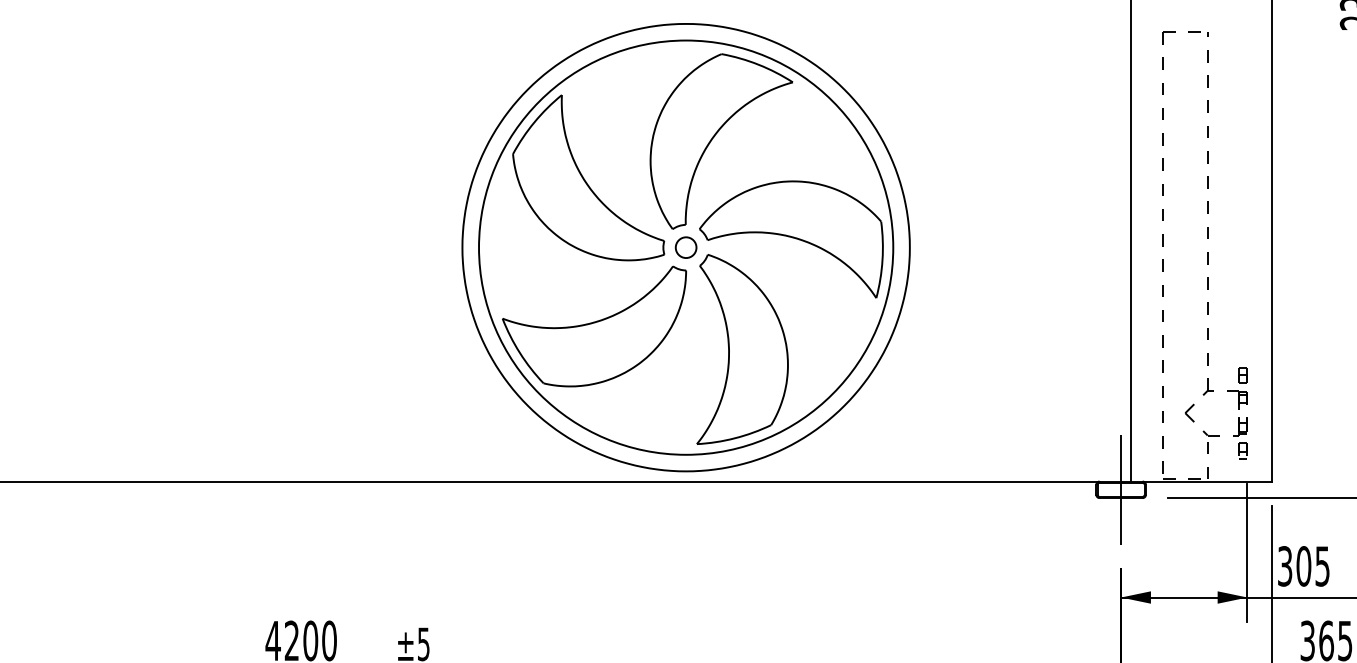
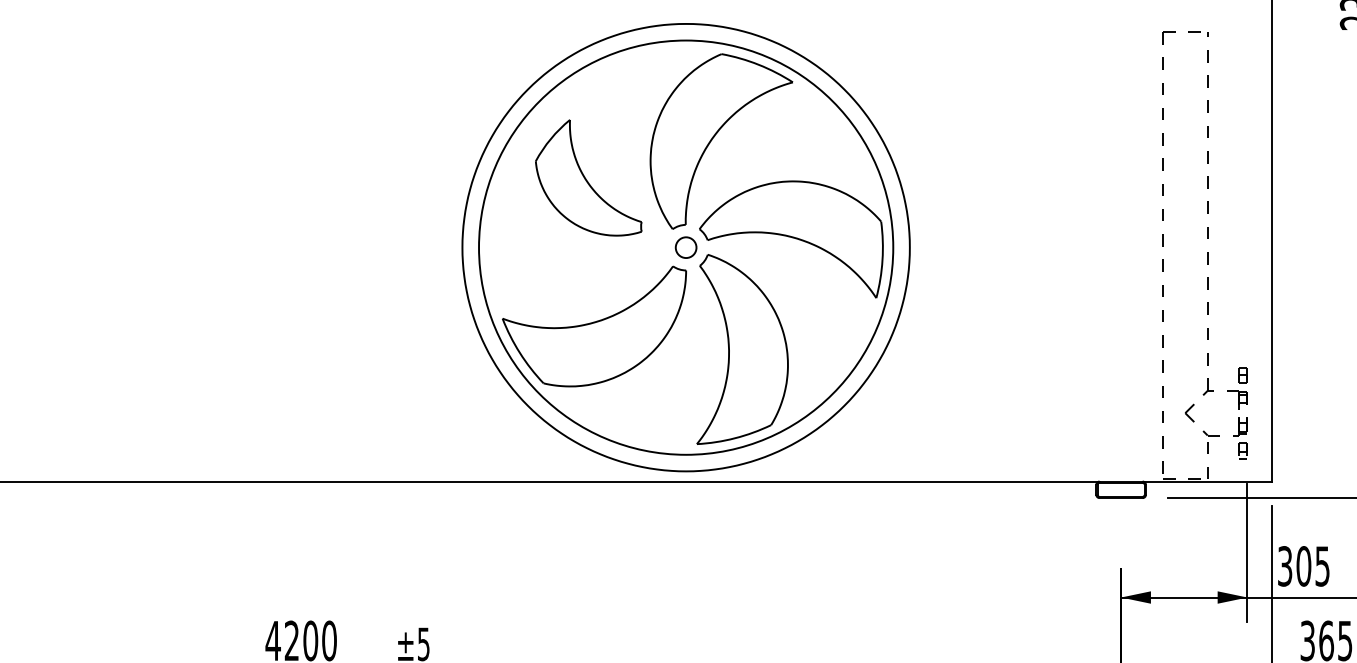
part at (588, 177) size: 154x168 px -> 108x118 px
line at (1131, 241): present -> none
line at (1121, 489): present -> none
